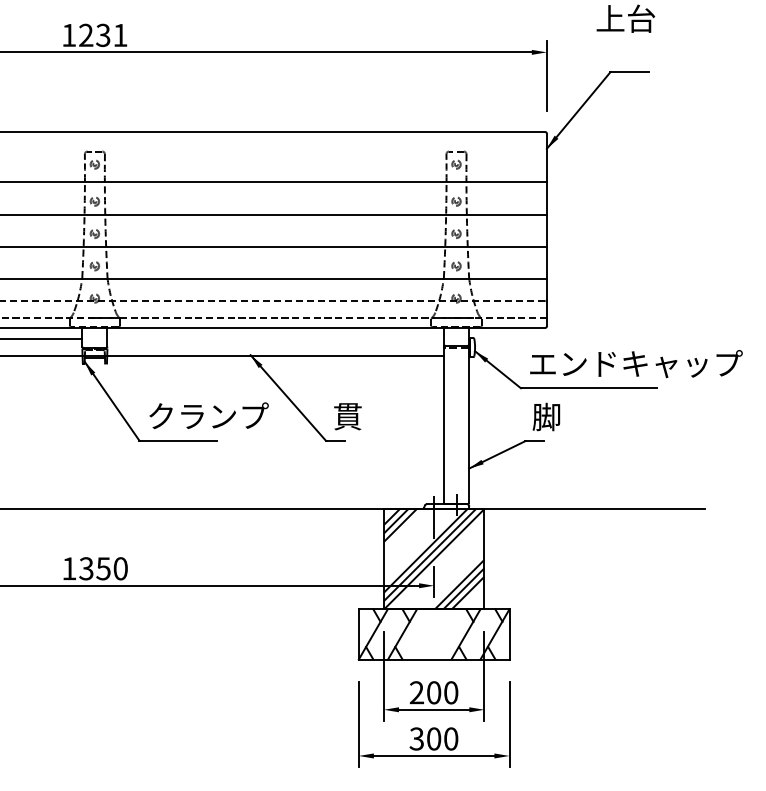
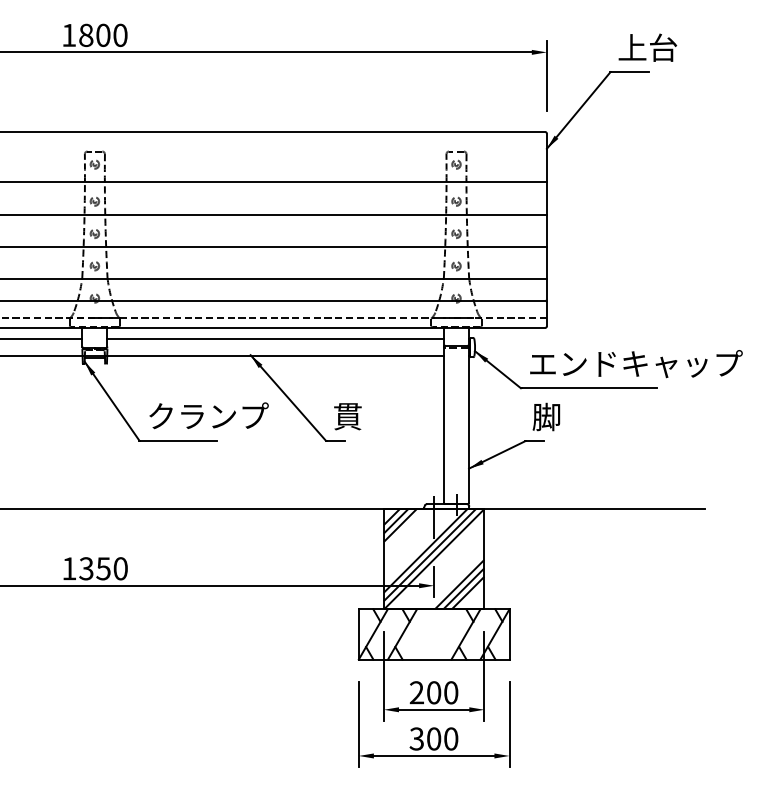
text at (625, 18) position: (625, 18) -> (647, 47)
text at (103, 35): 1231 -> 1800
line at (272, 300): dashed -> solid
line at (275, 339): none -> present
